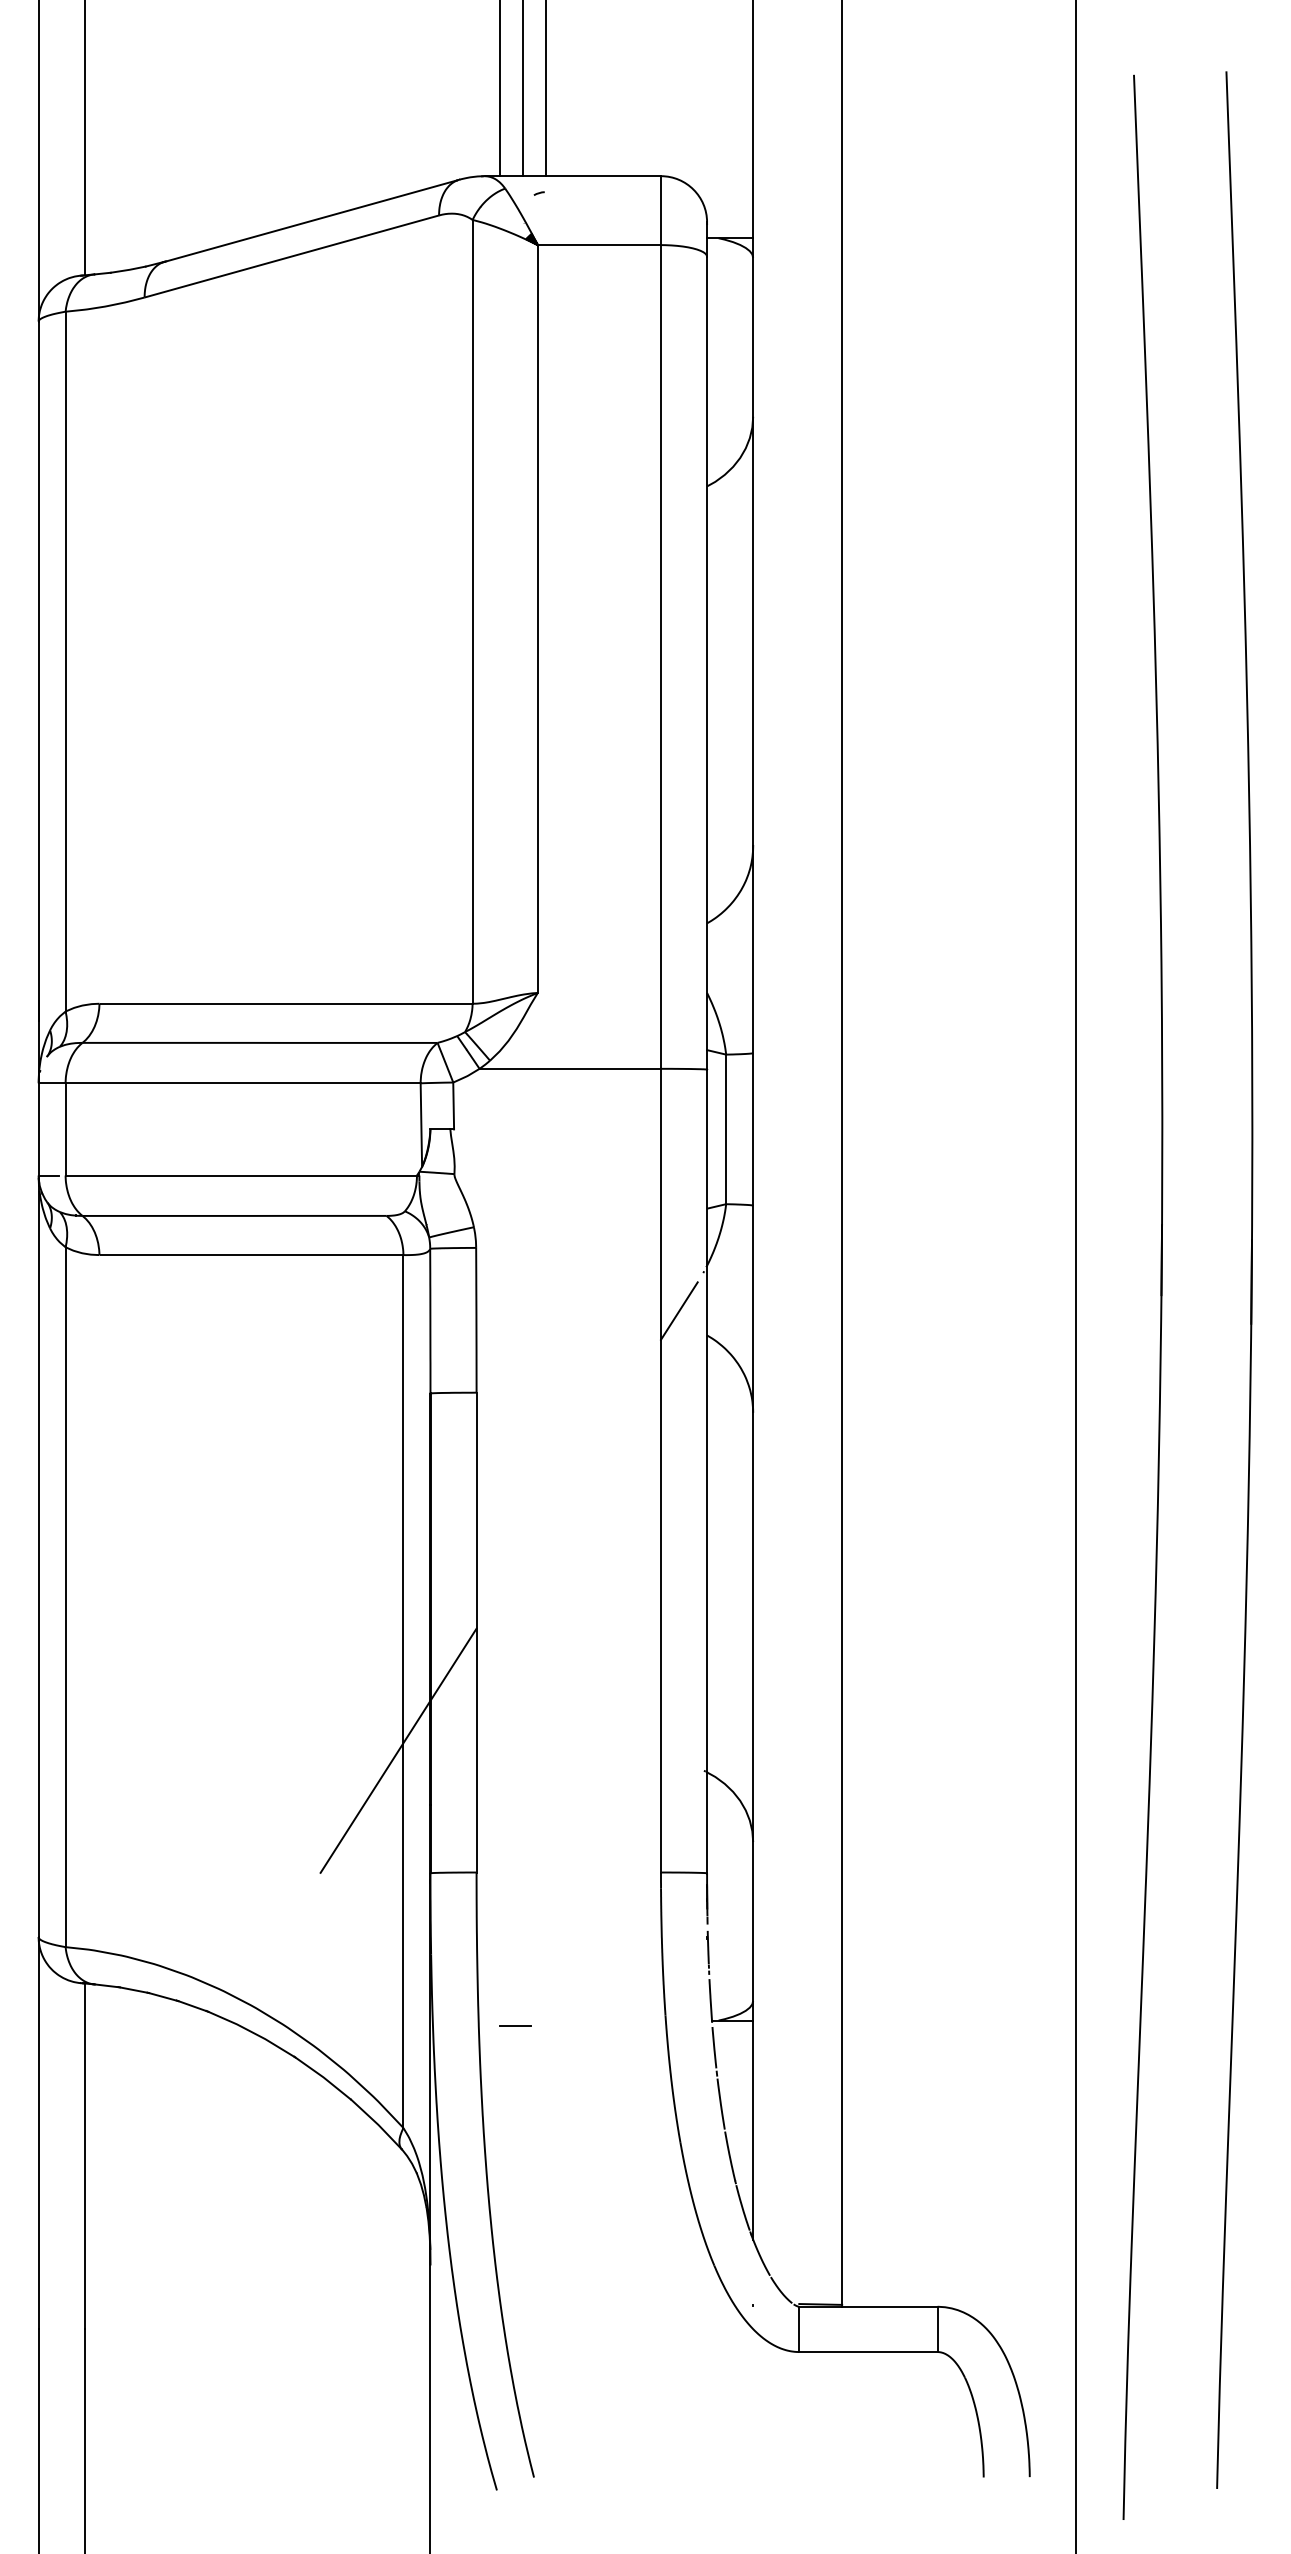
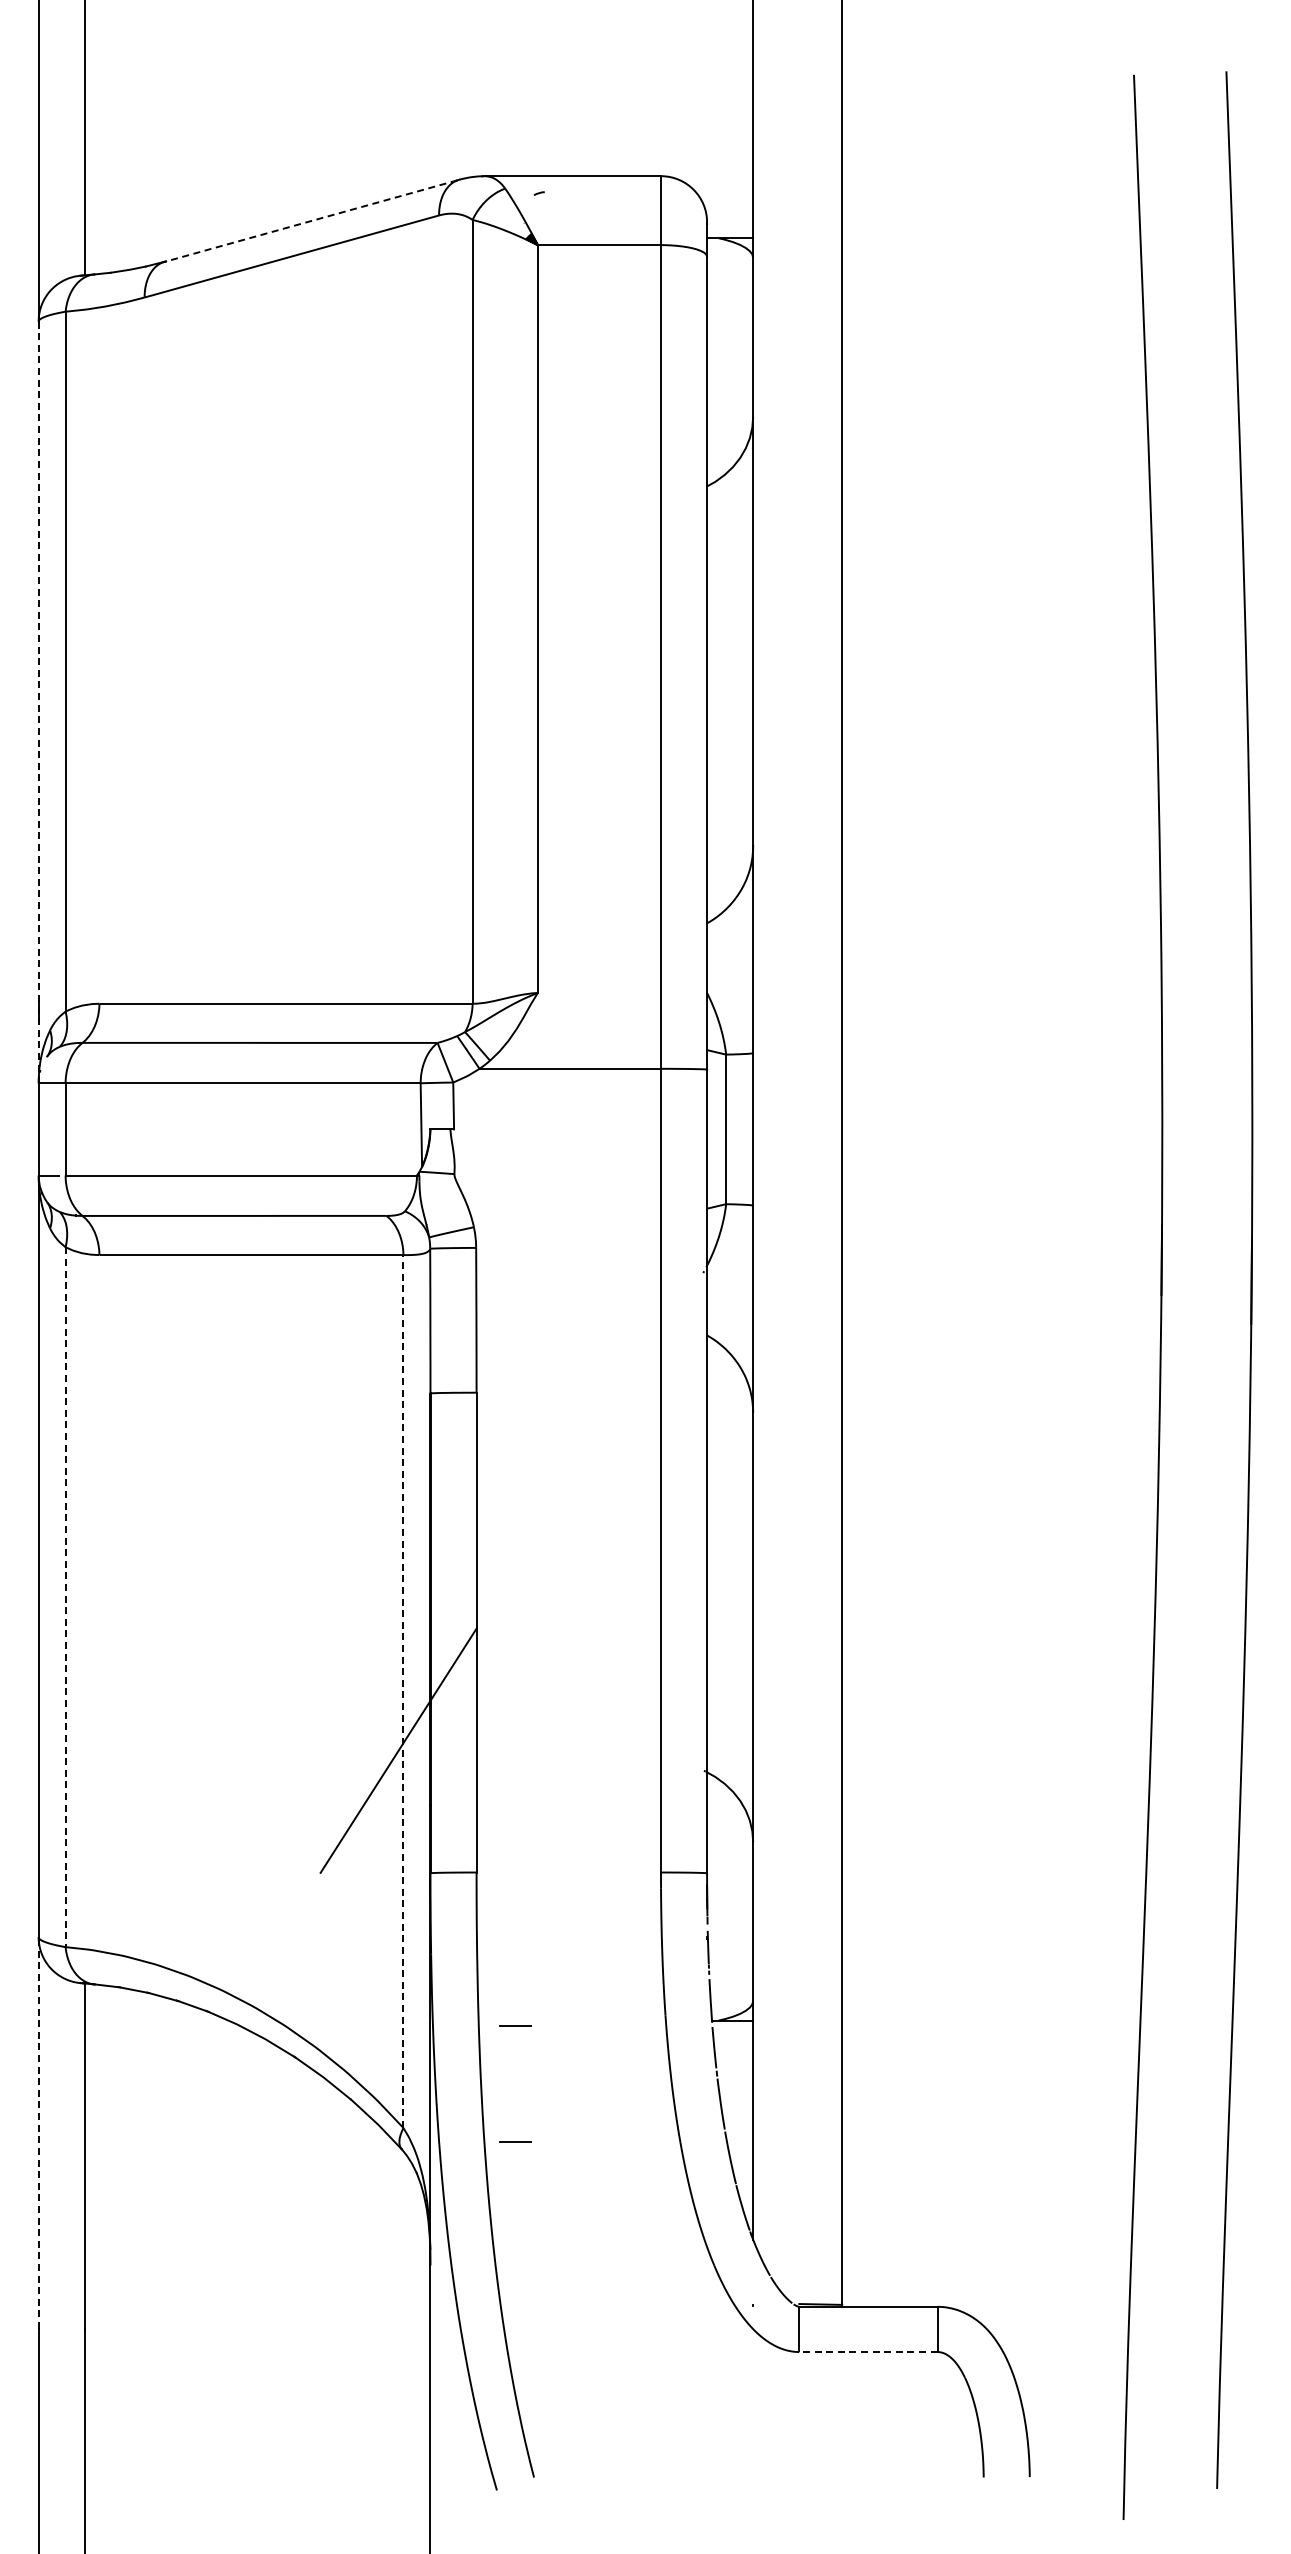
line at (499, 89): present -> none
line at (522, 89): present -> none
line at (545, 89): present -> none
line at (310, 221): solid -> dashed
line at (38, 702): solid -> dashed
line at (1075, 1276): present -> none
line at (678, 1310): present -> none
line at (65, 1597): solid -> dashed
line at (403, 1691): solid -> dashed
line at (38, 2133): solid -> dashed
line at (515, 2141): none -> present
line at (867, 2352): solid -> dashed
